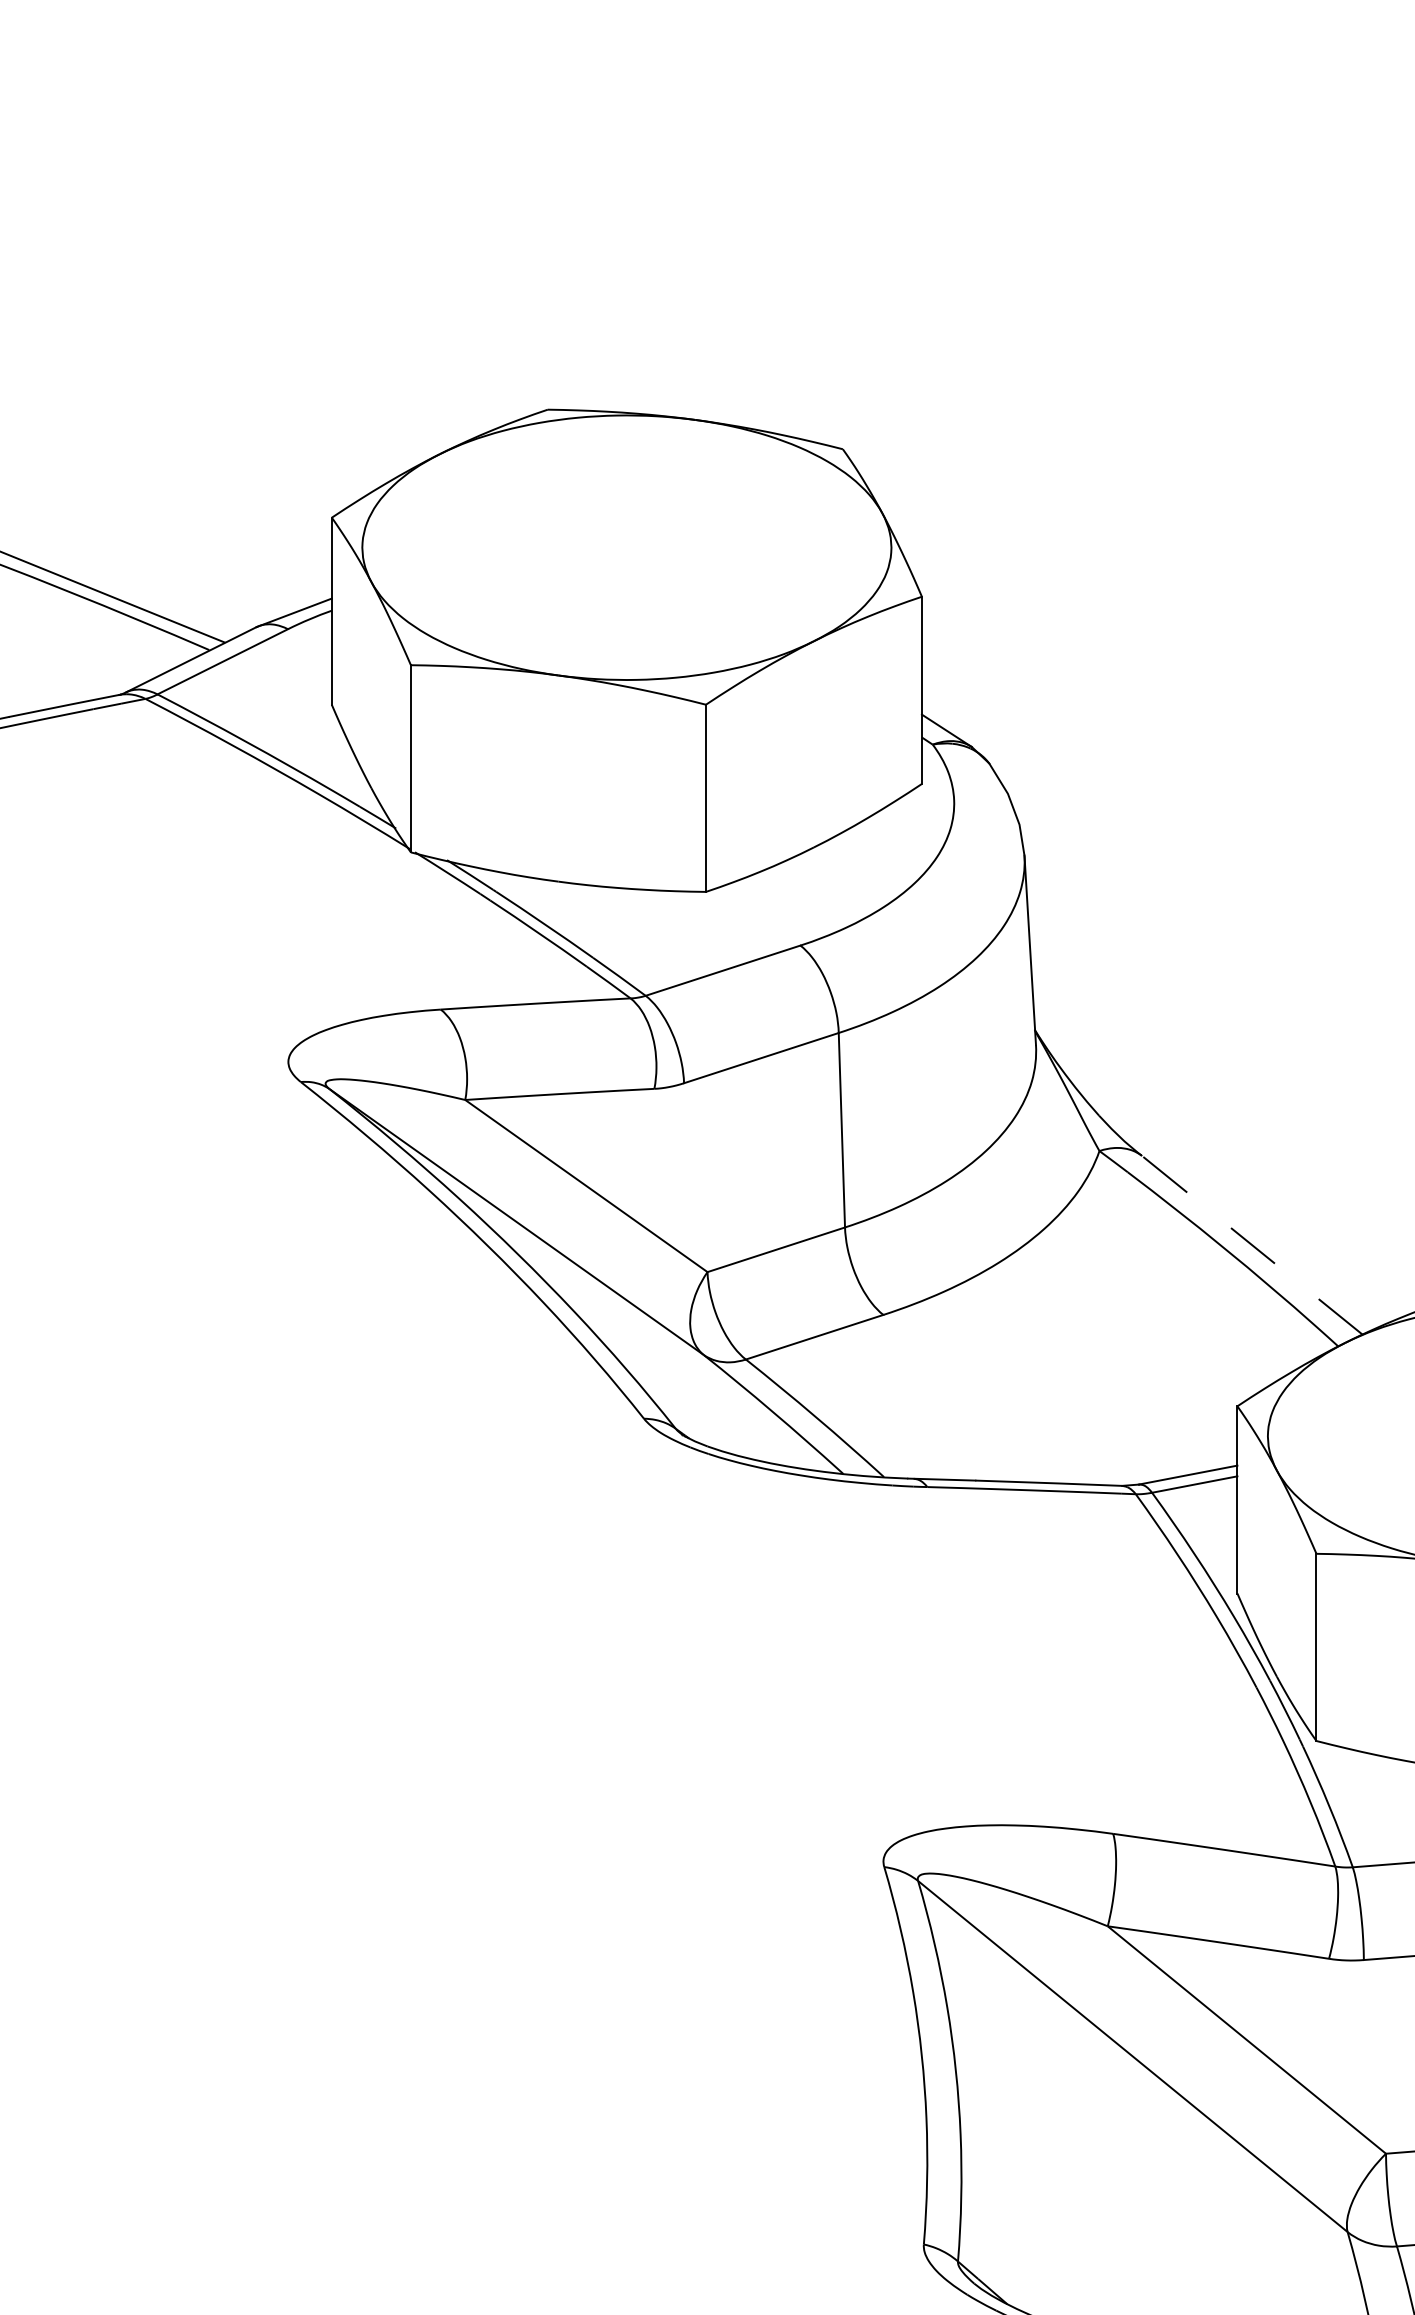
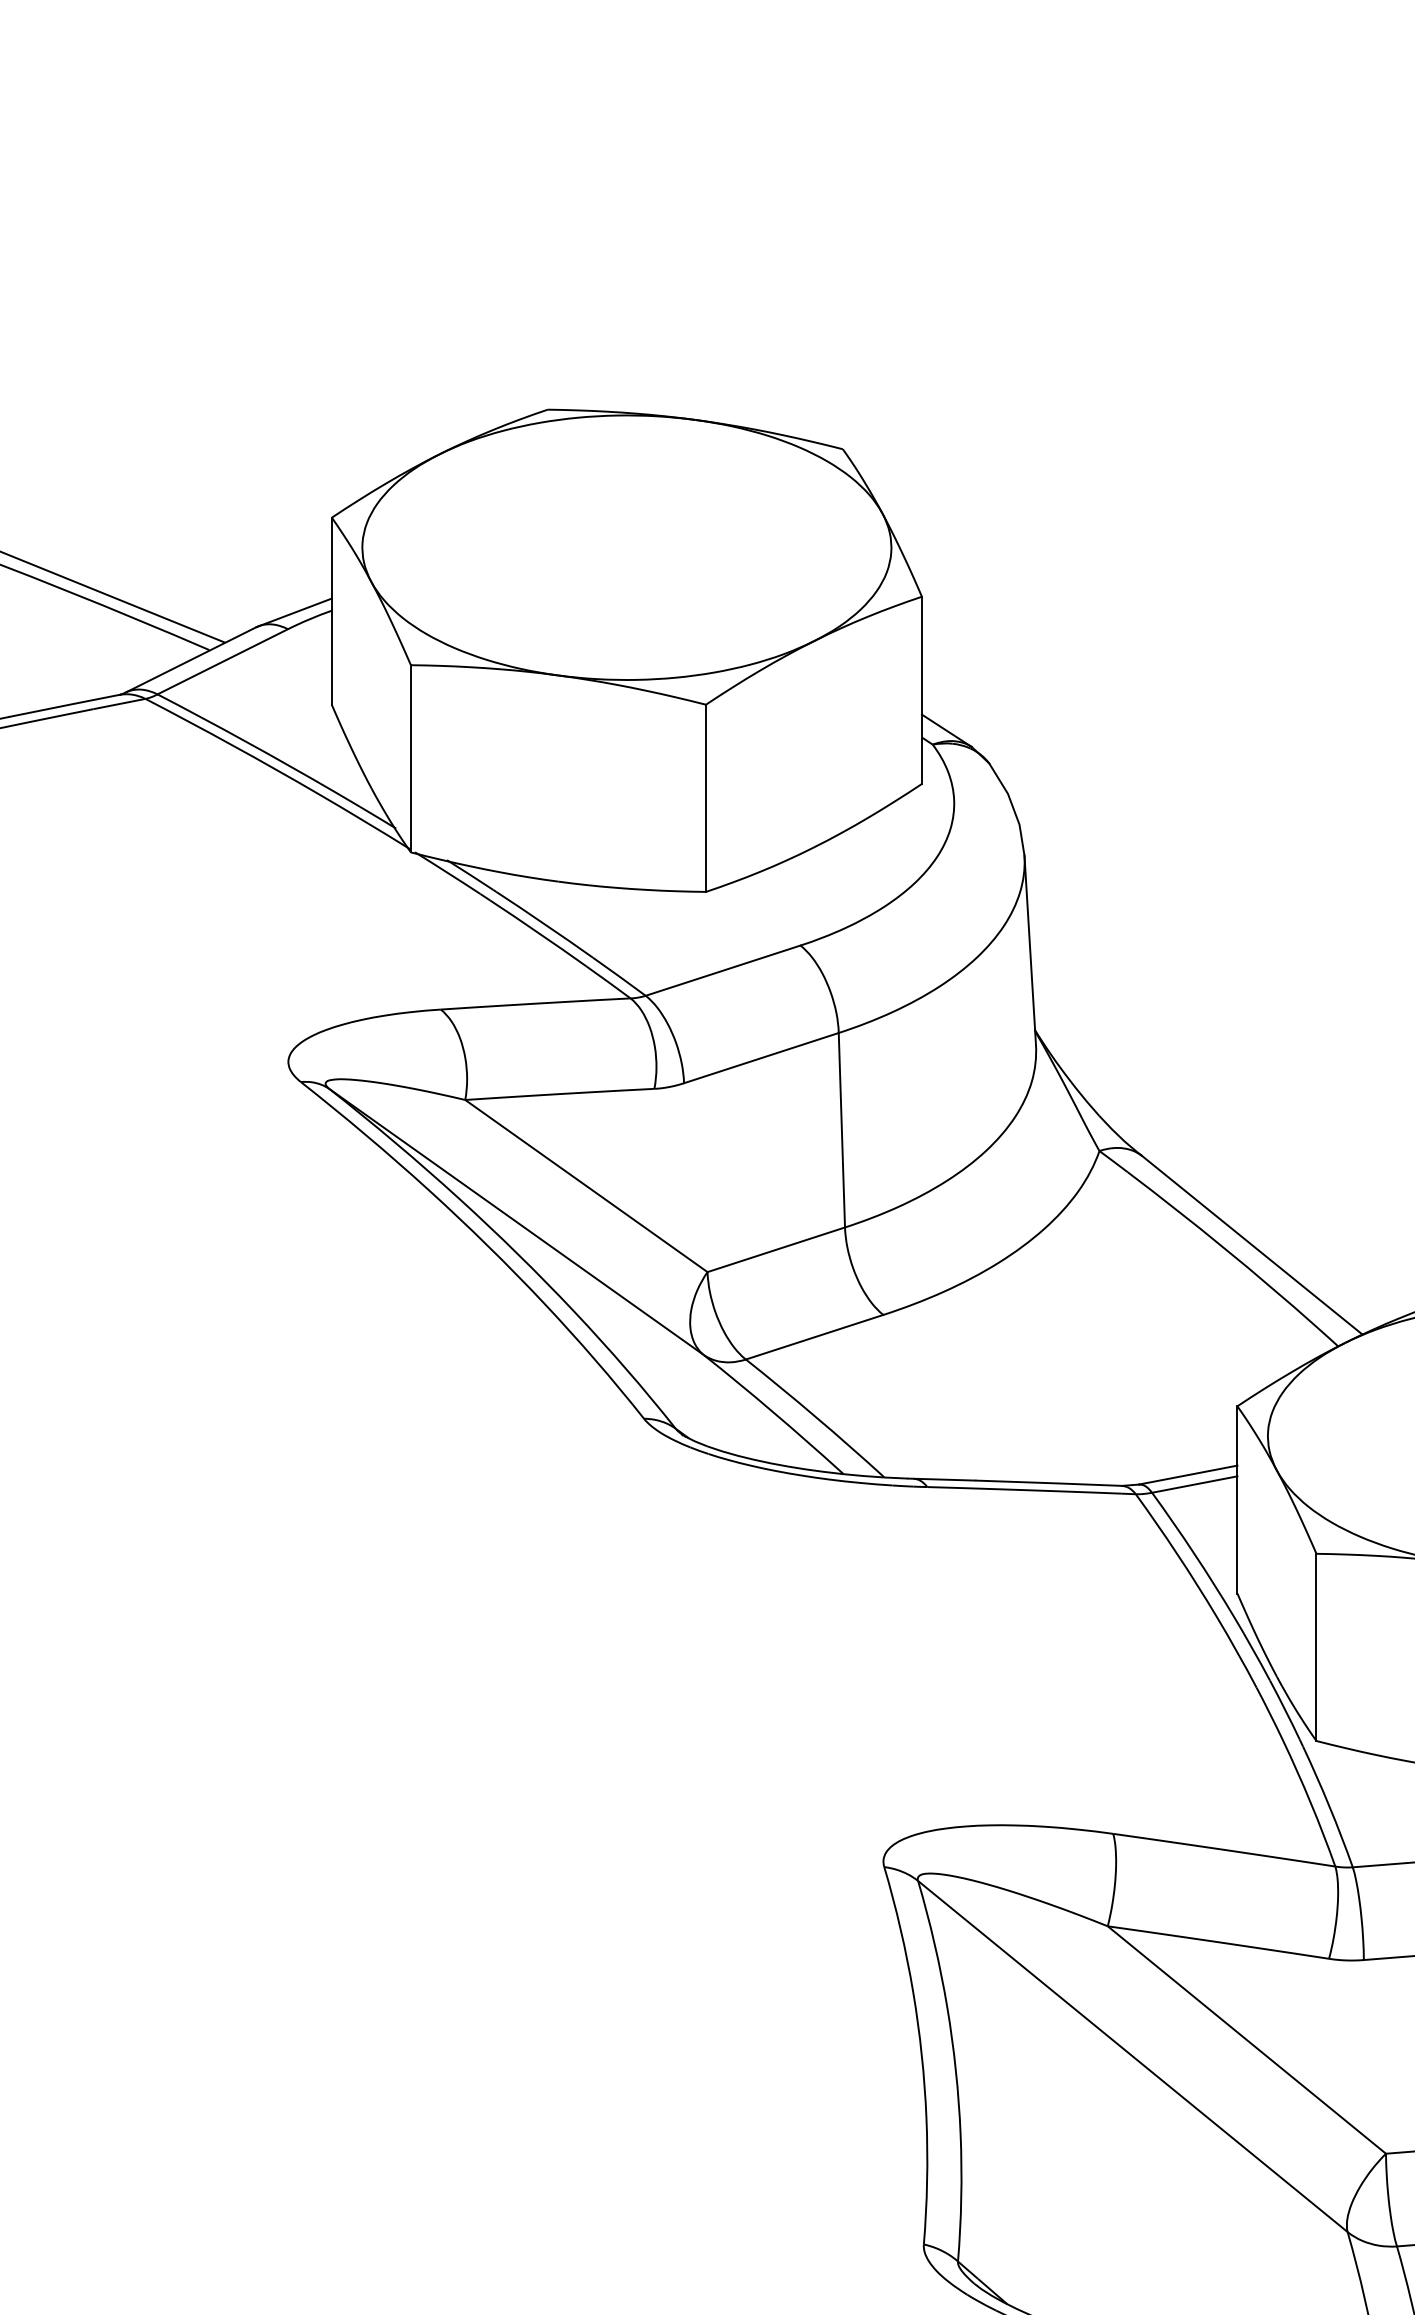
line at (1251, 1244): dashed -> solid
